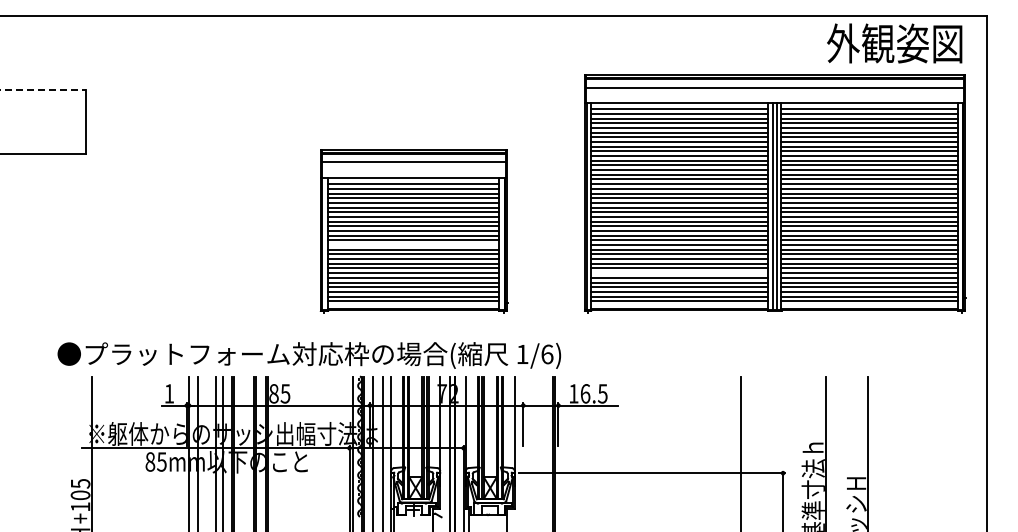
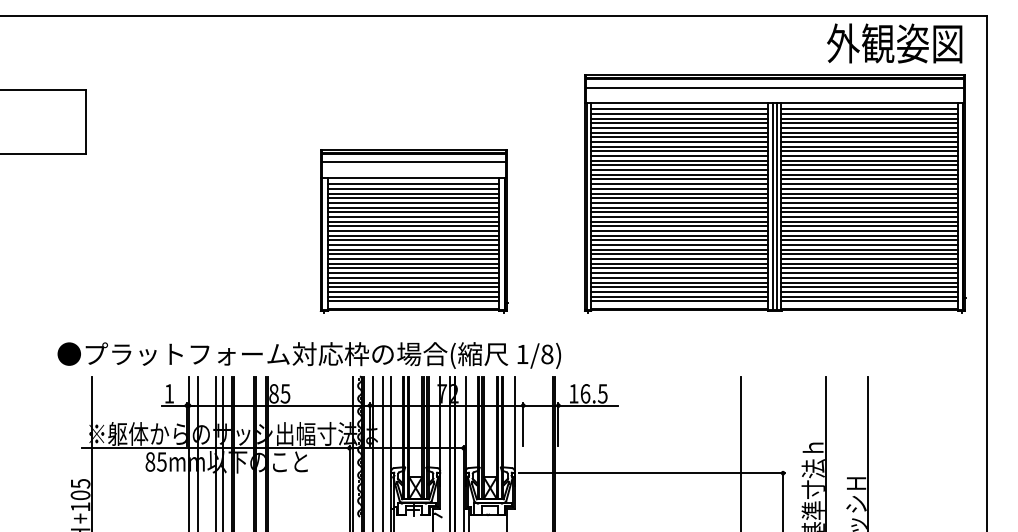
line at (43, 90): dashed -> solid
line at (413, 245): none -> present
line at (679, 273): none -> present
text at (547, 354): 1/6) -> 1/8)
